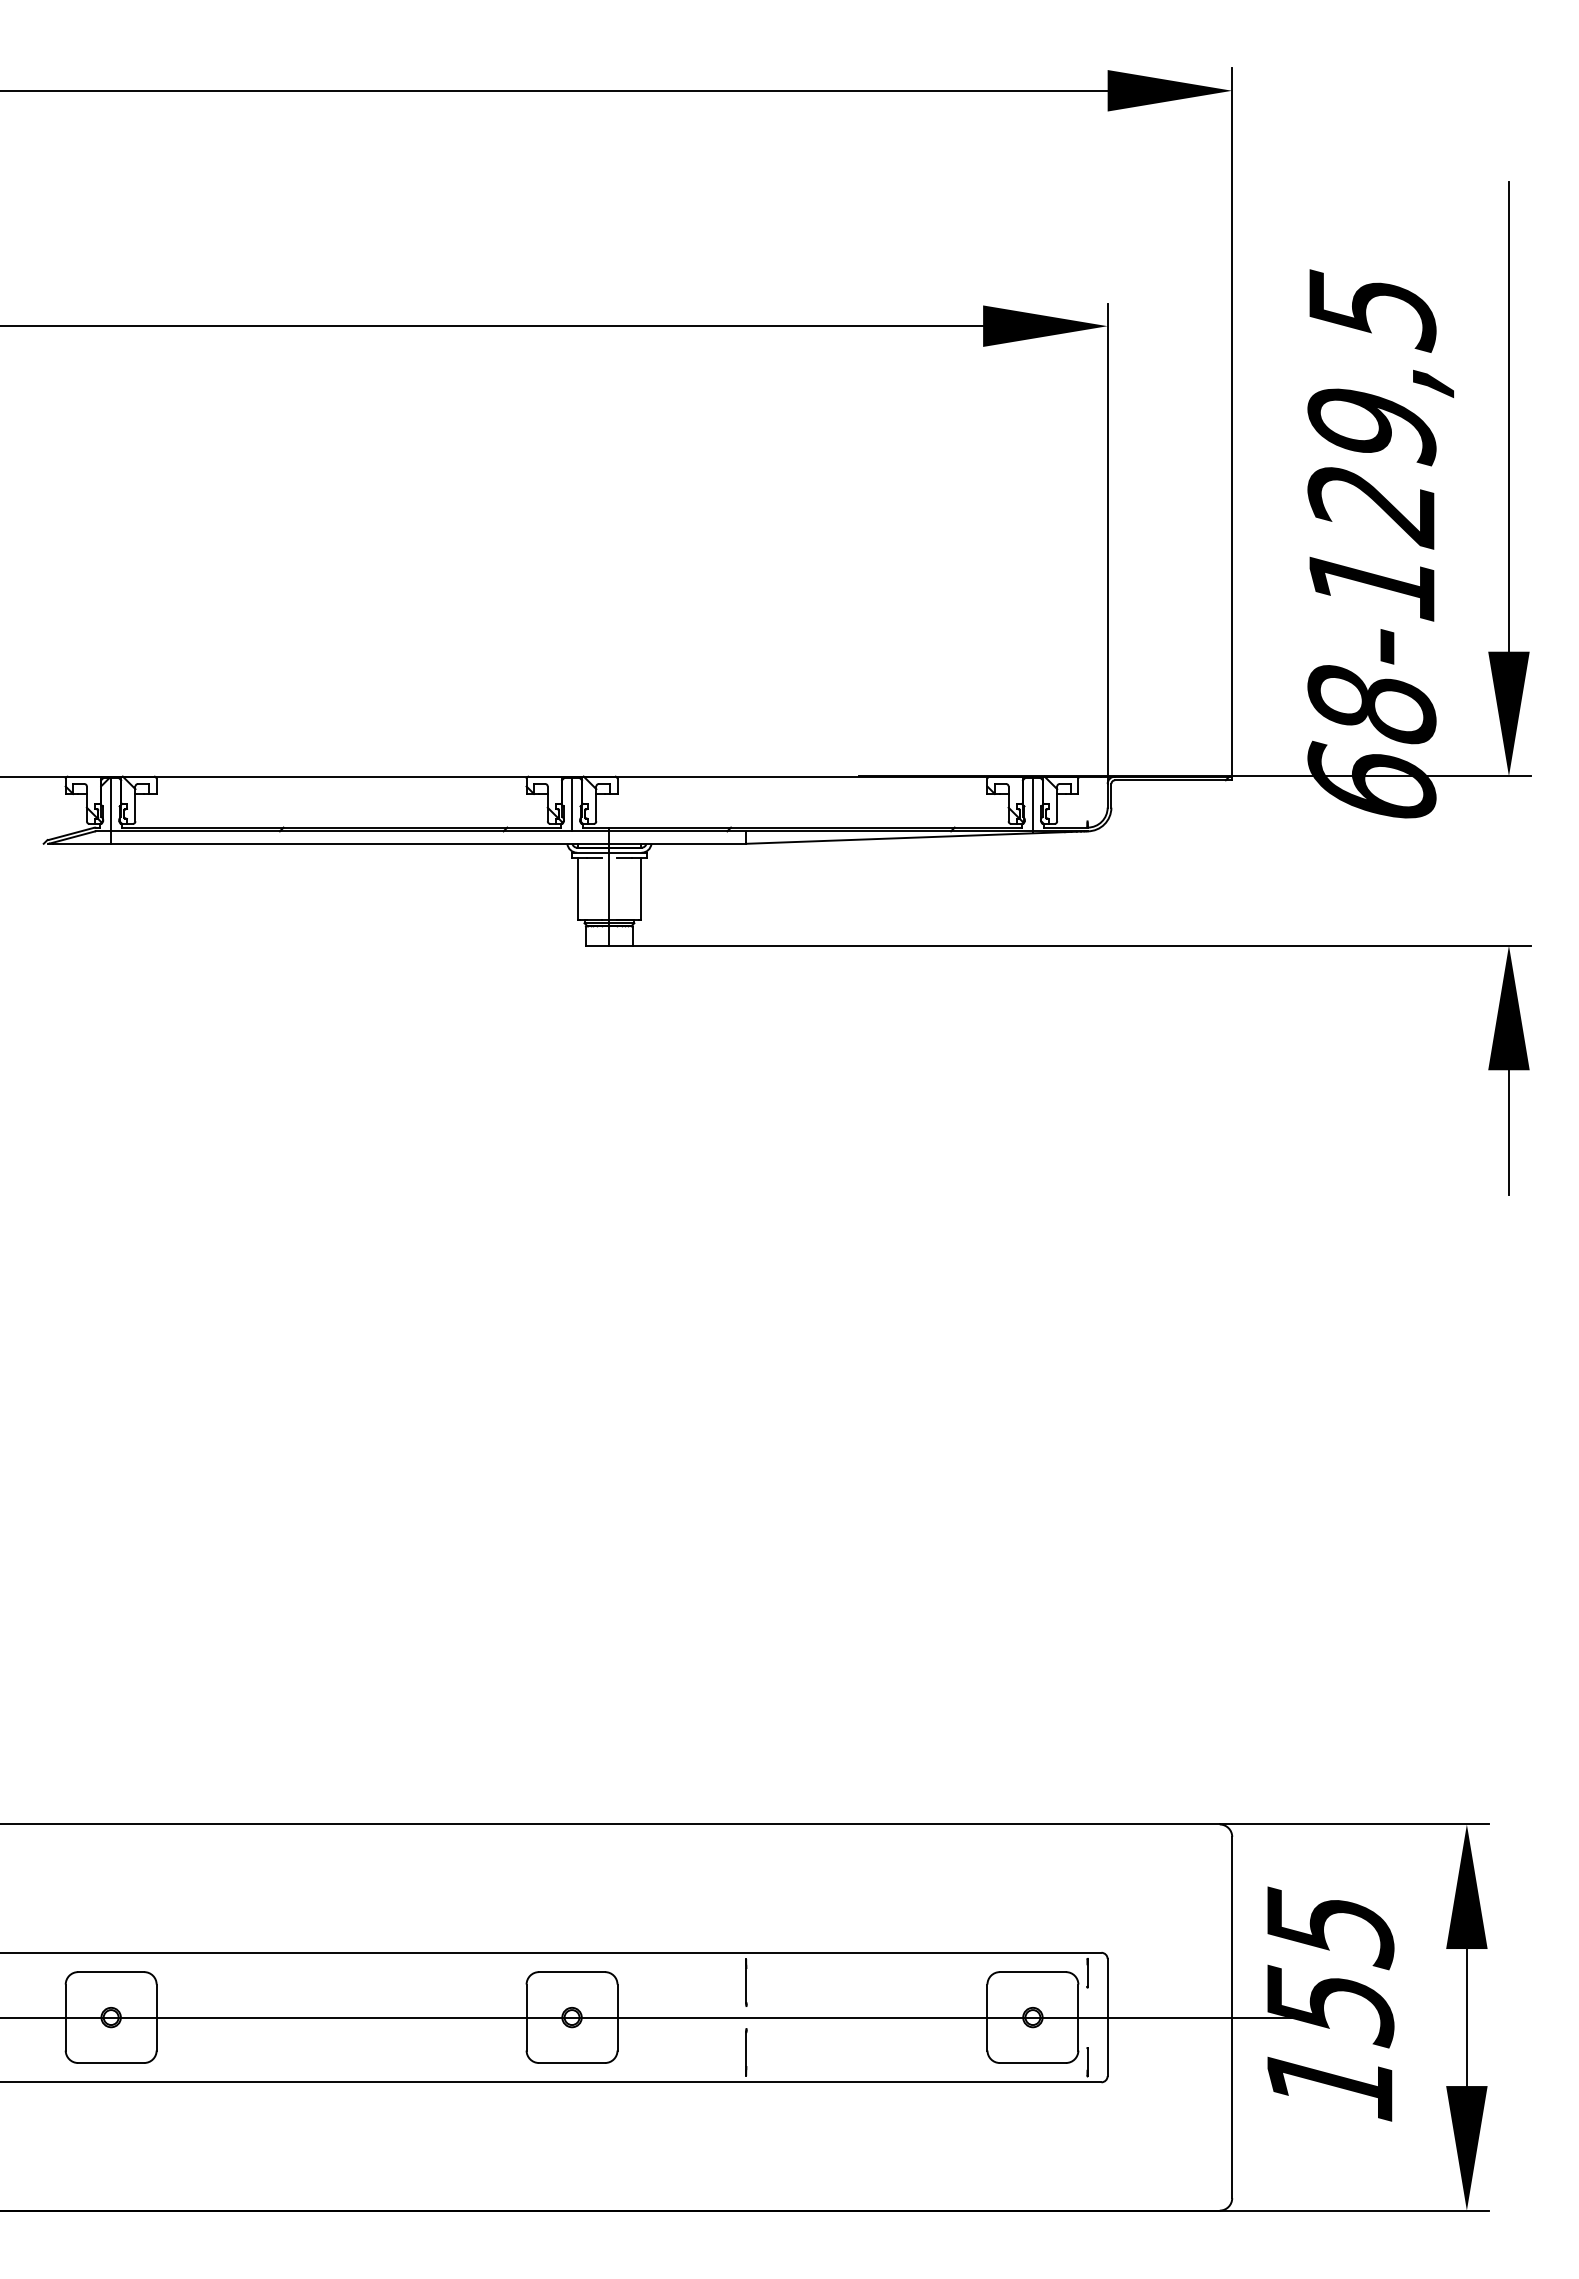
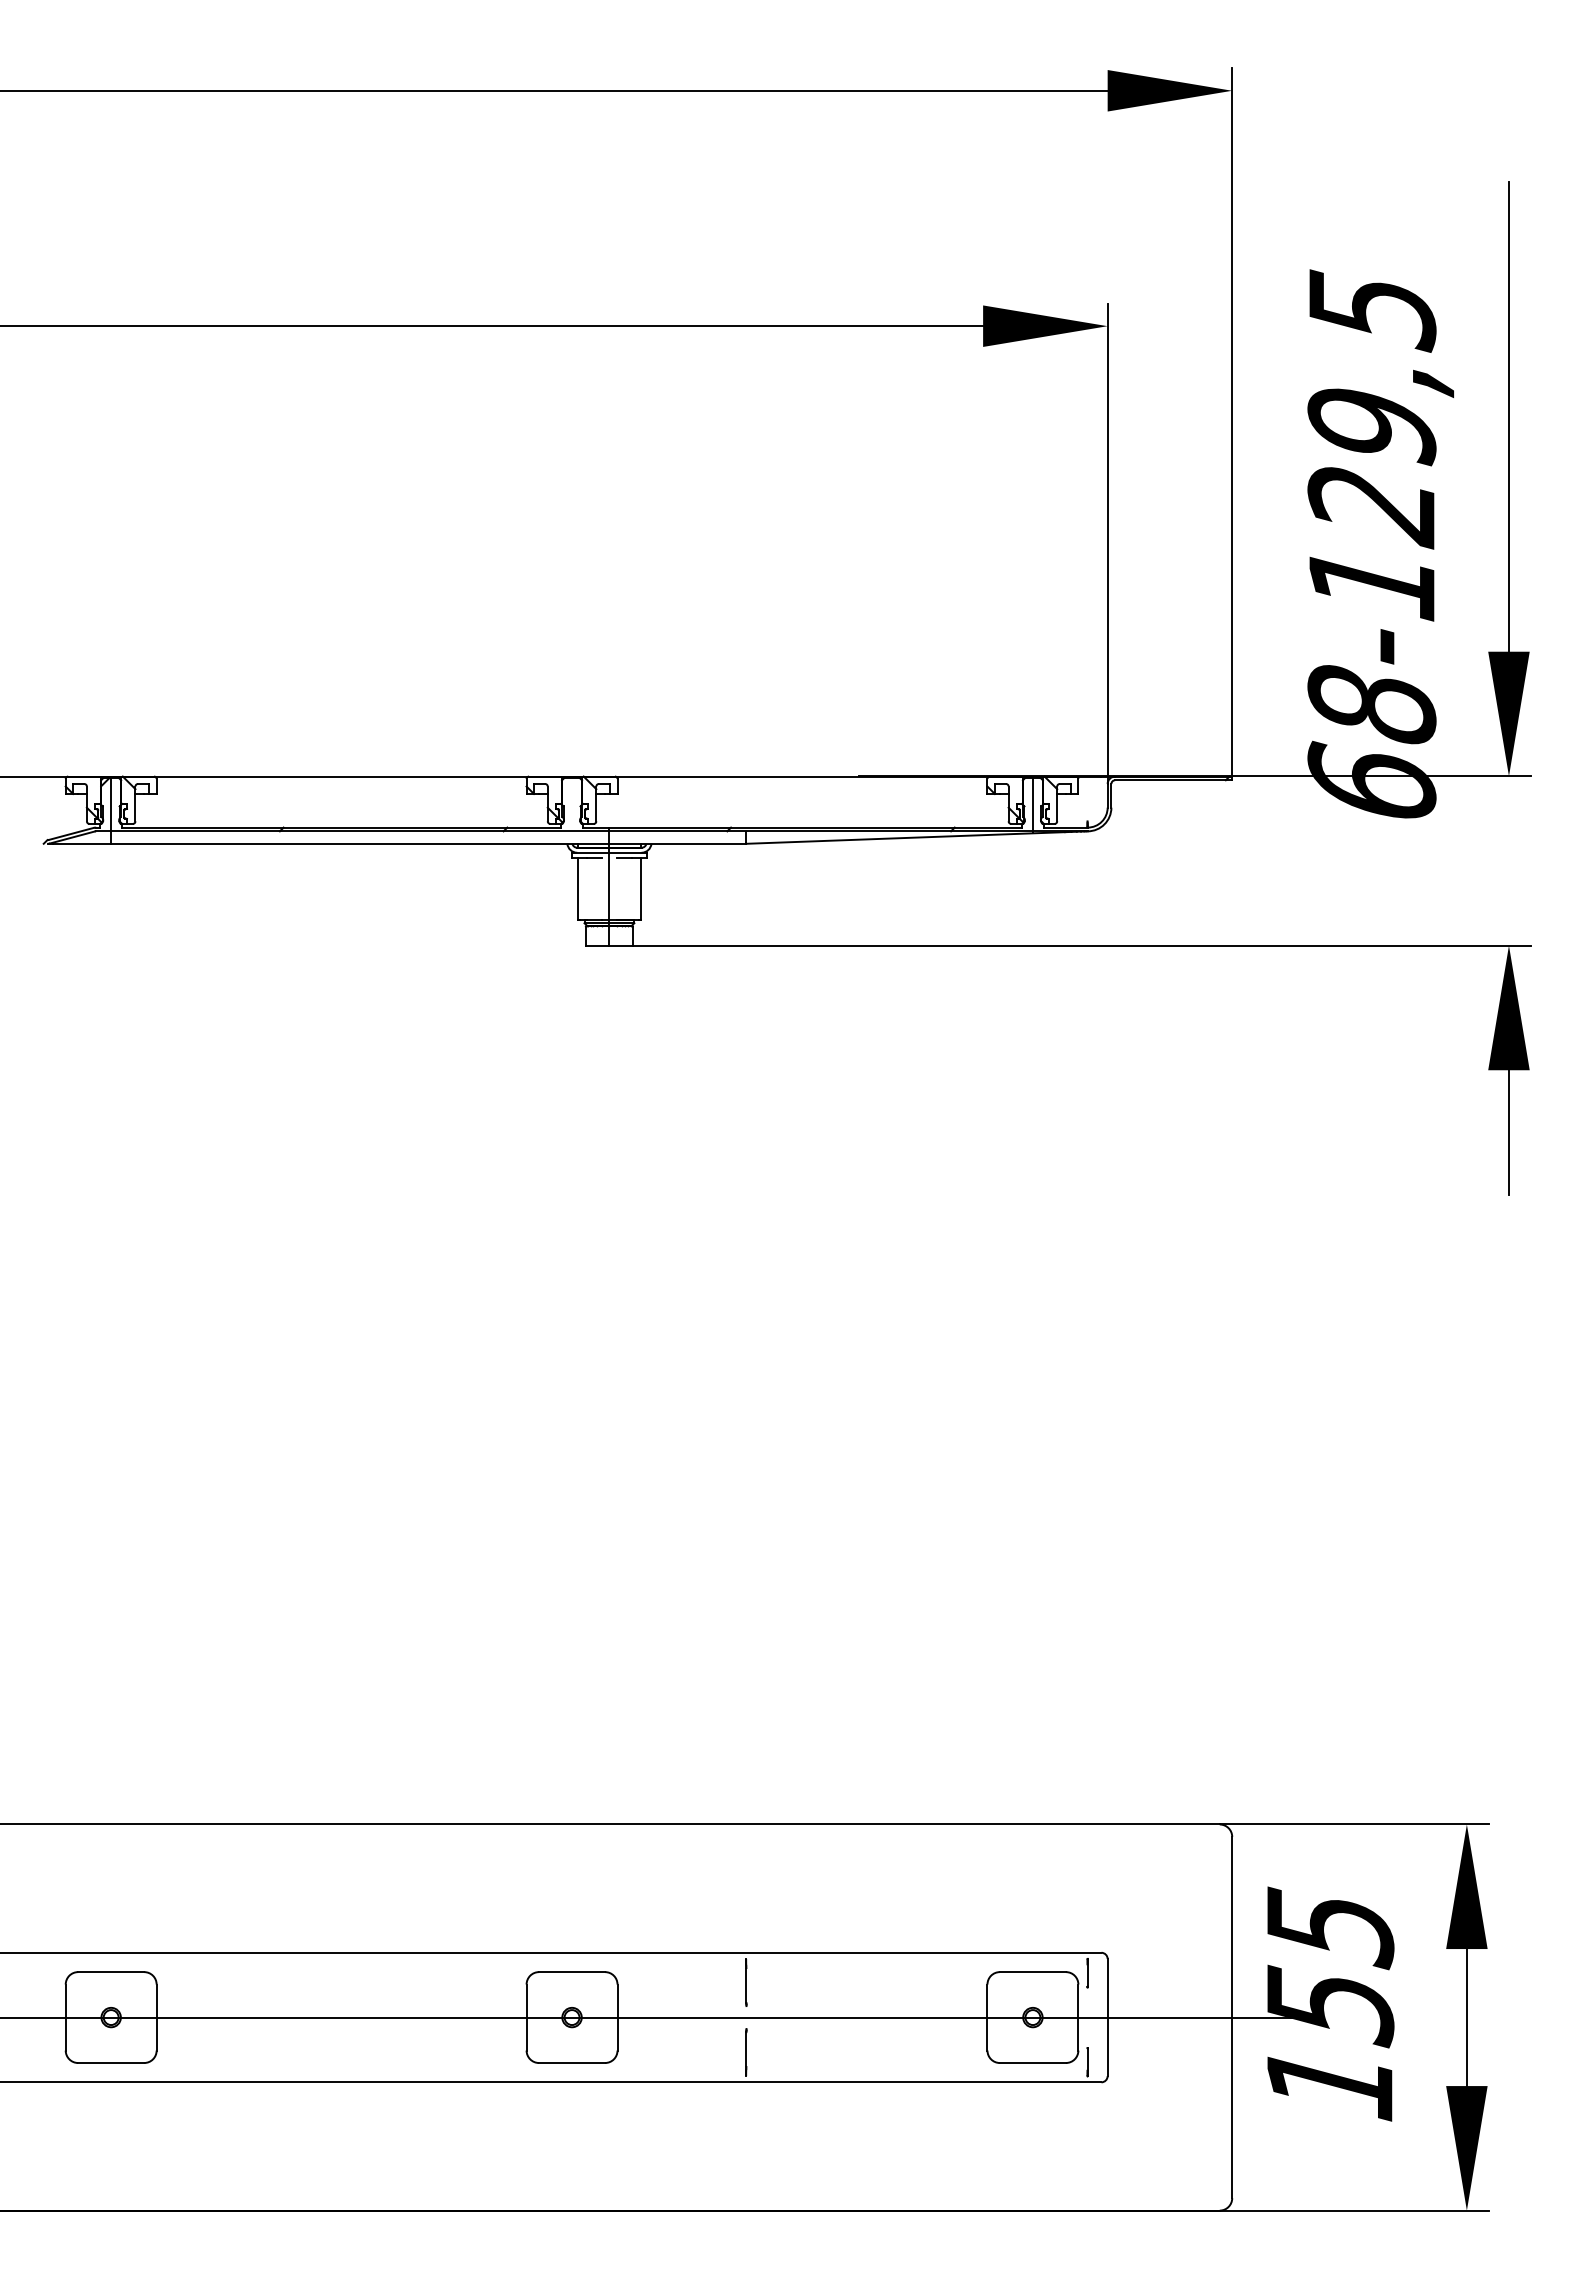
line at (572, 803): present -> none
